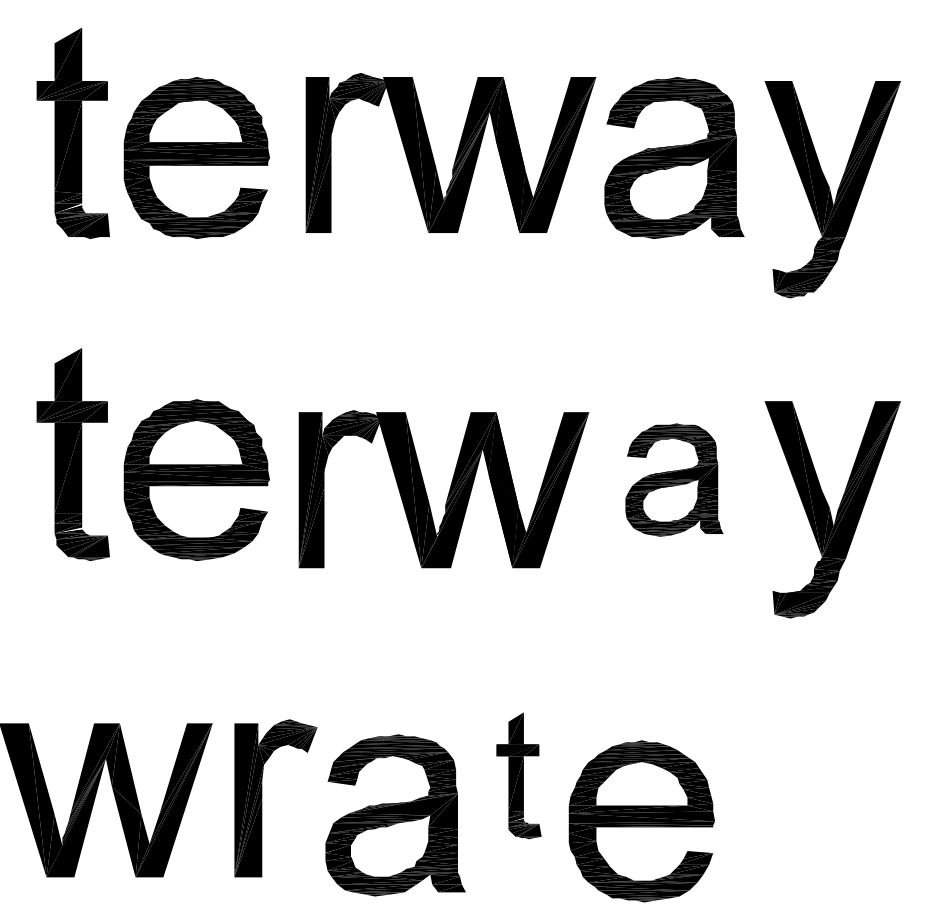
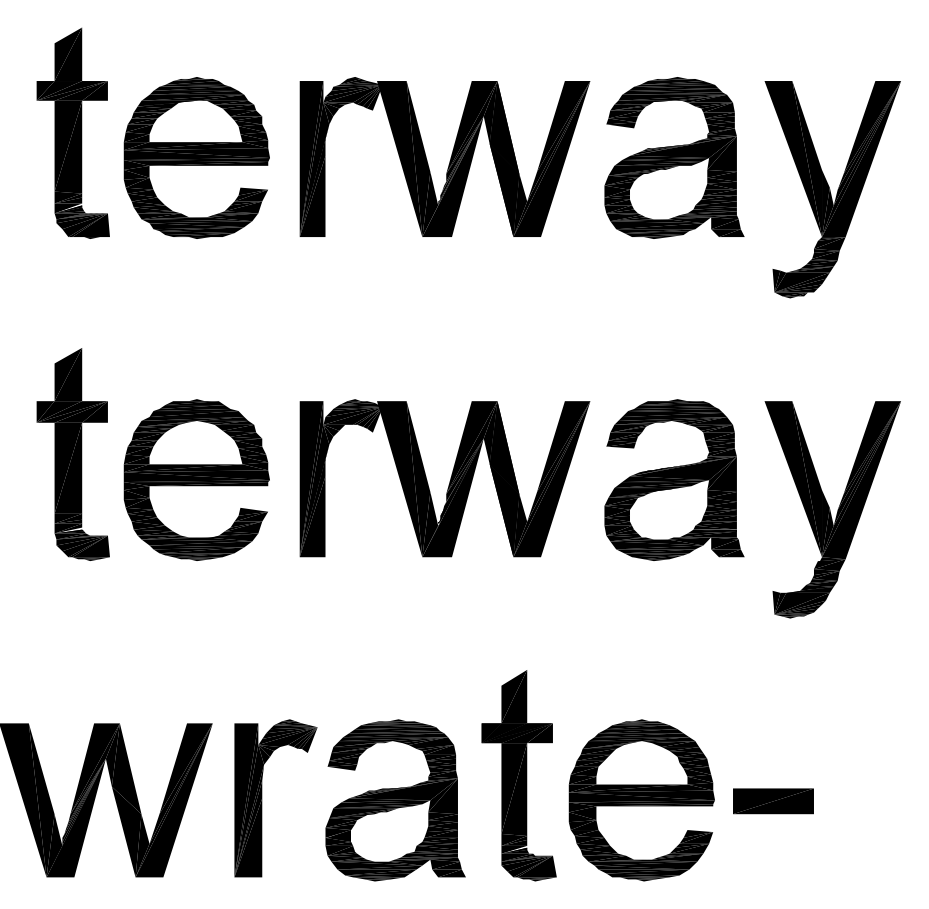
part at (456, 153) position: (456, 153) -> (450, 157)
part at (674, 479) size: 99x114 px -> 141x162 px
part at (443, 489) position: (443, 489) -> (444, 478)
part at (518, 775) size: 46x128 px -> 76x212 px
part at (773, 801): none -> present
part at (395, 815) position: (395, 815) -> (395, 800)
part at (641, 821) position: (641, 821) -> (641, 800)
